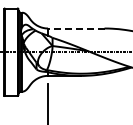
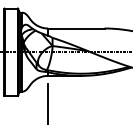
line at (75, 28): dashed -> solid
